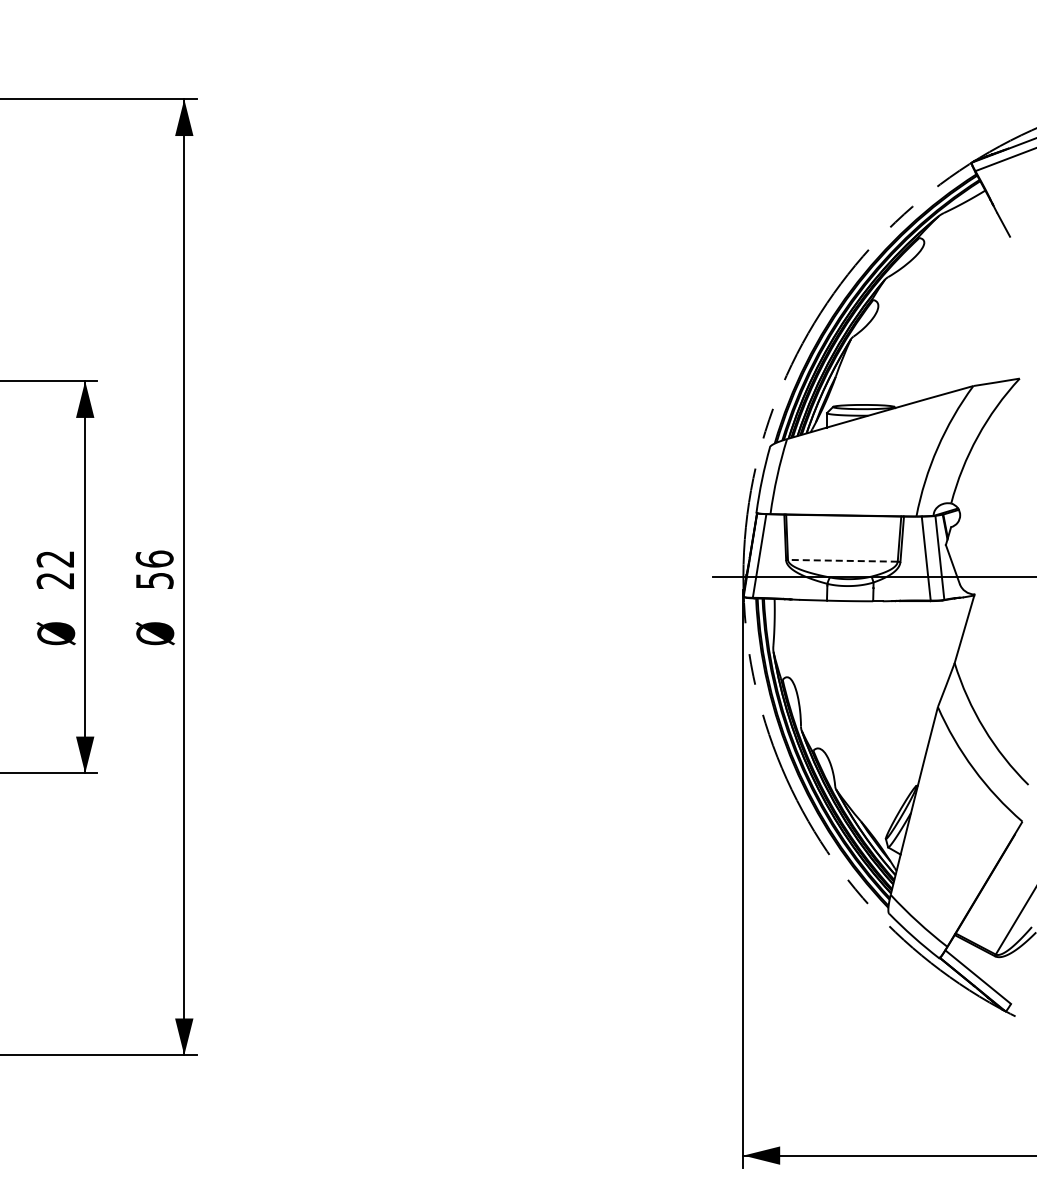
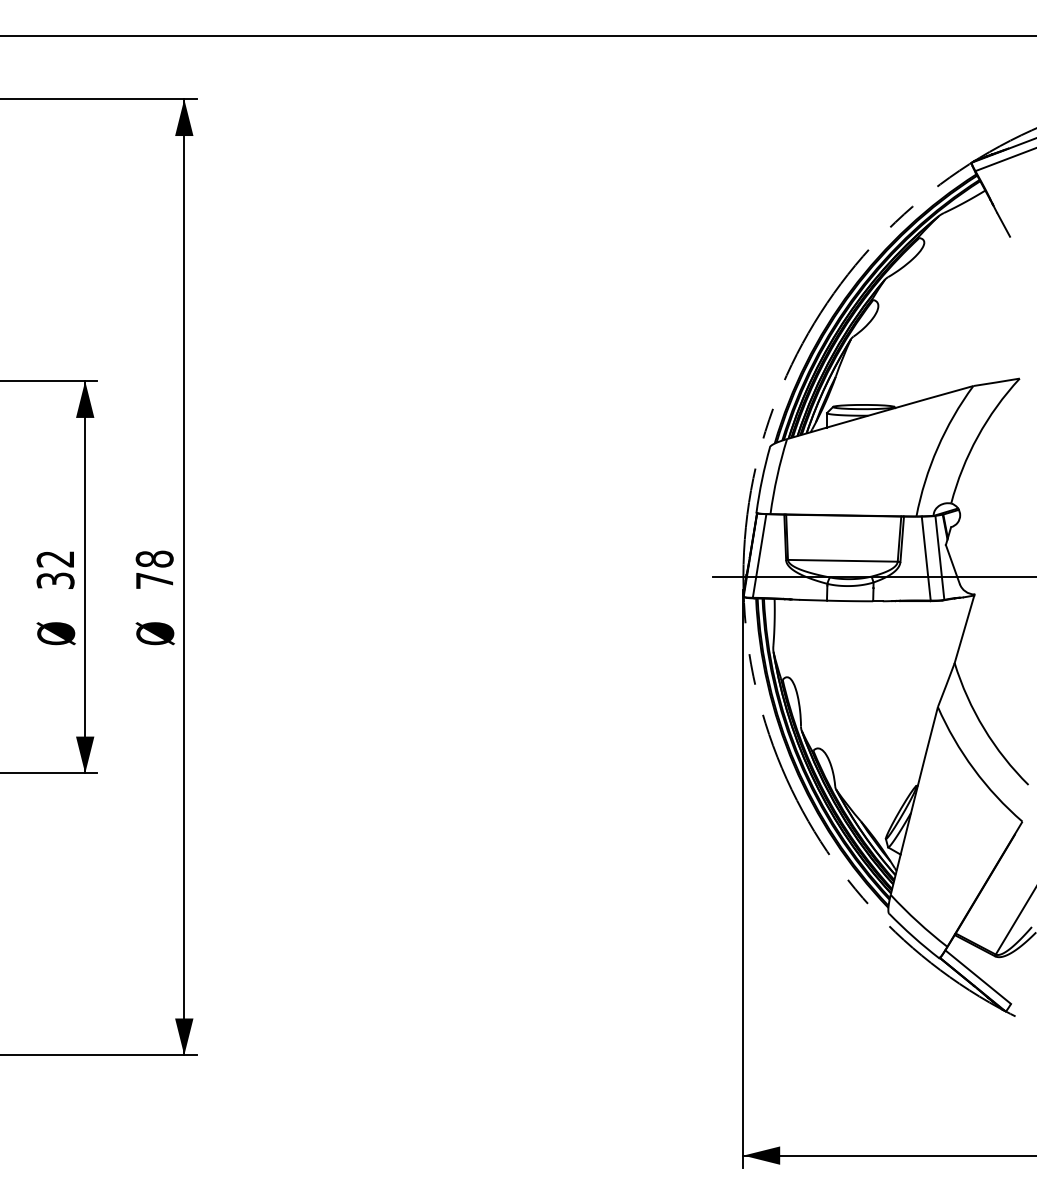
line at (517, 36): none -> present
line at (842, 560): dashed -> solid
text at (154, 569): 56 -> 78
text at (55, 580): 22 -> 32
